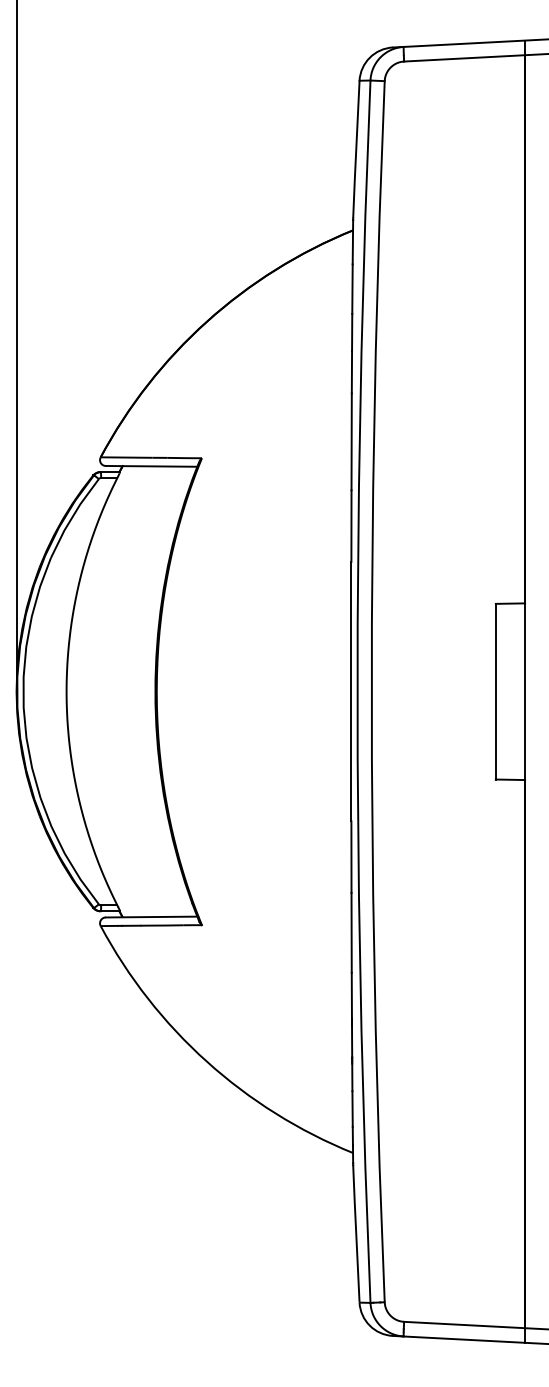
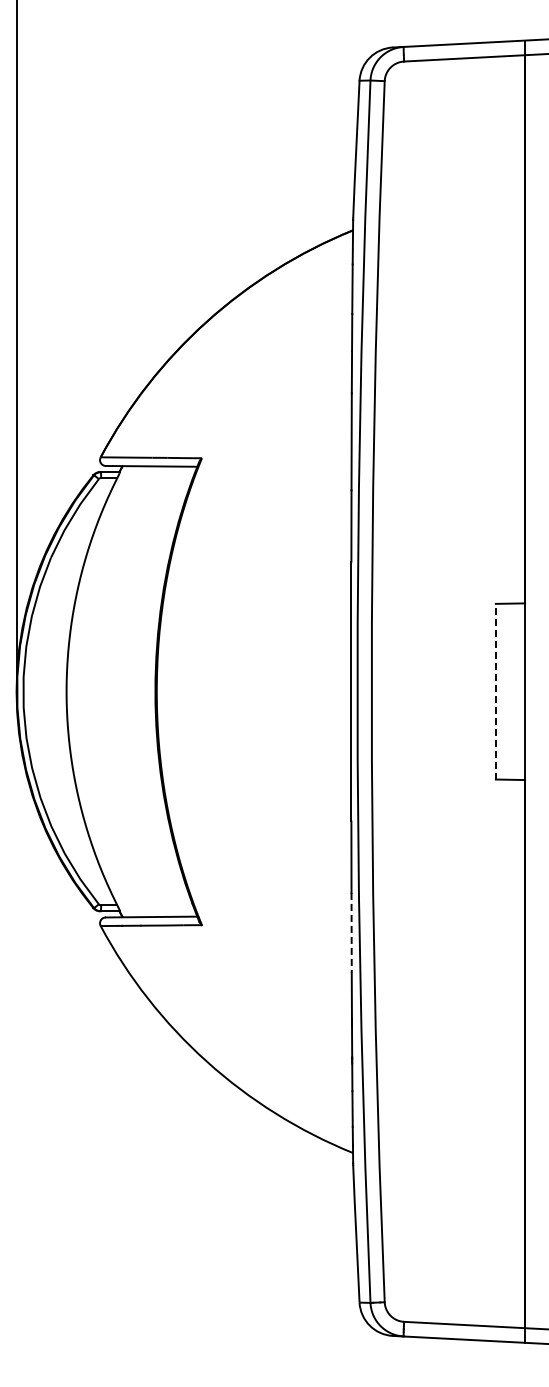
line at (495, 691): solid -> dashed
line at (351, 932): solid -> dashed
